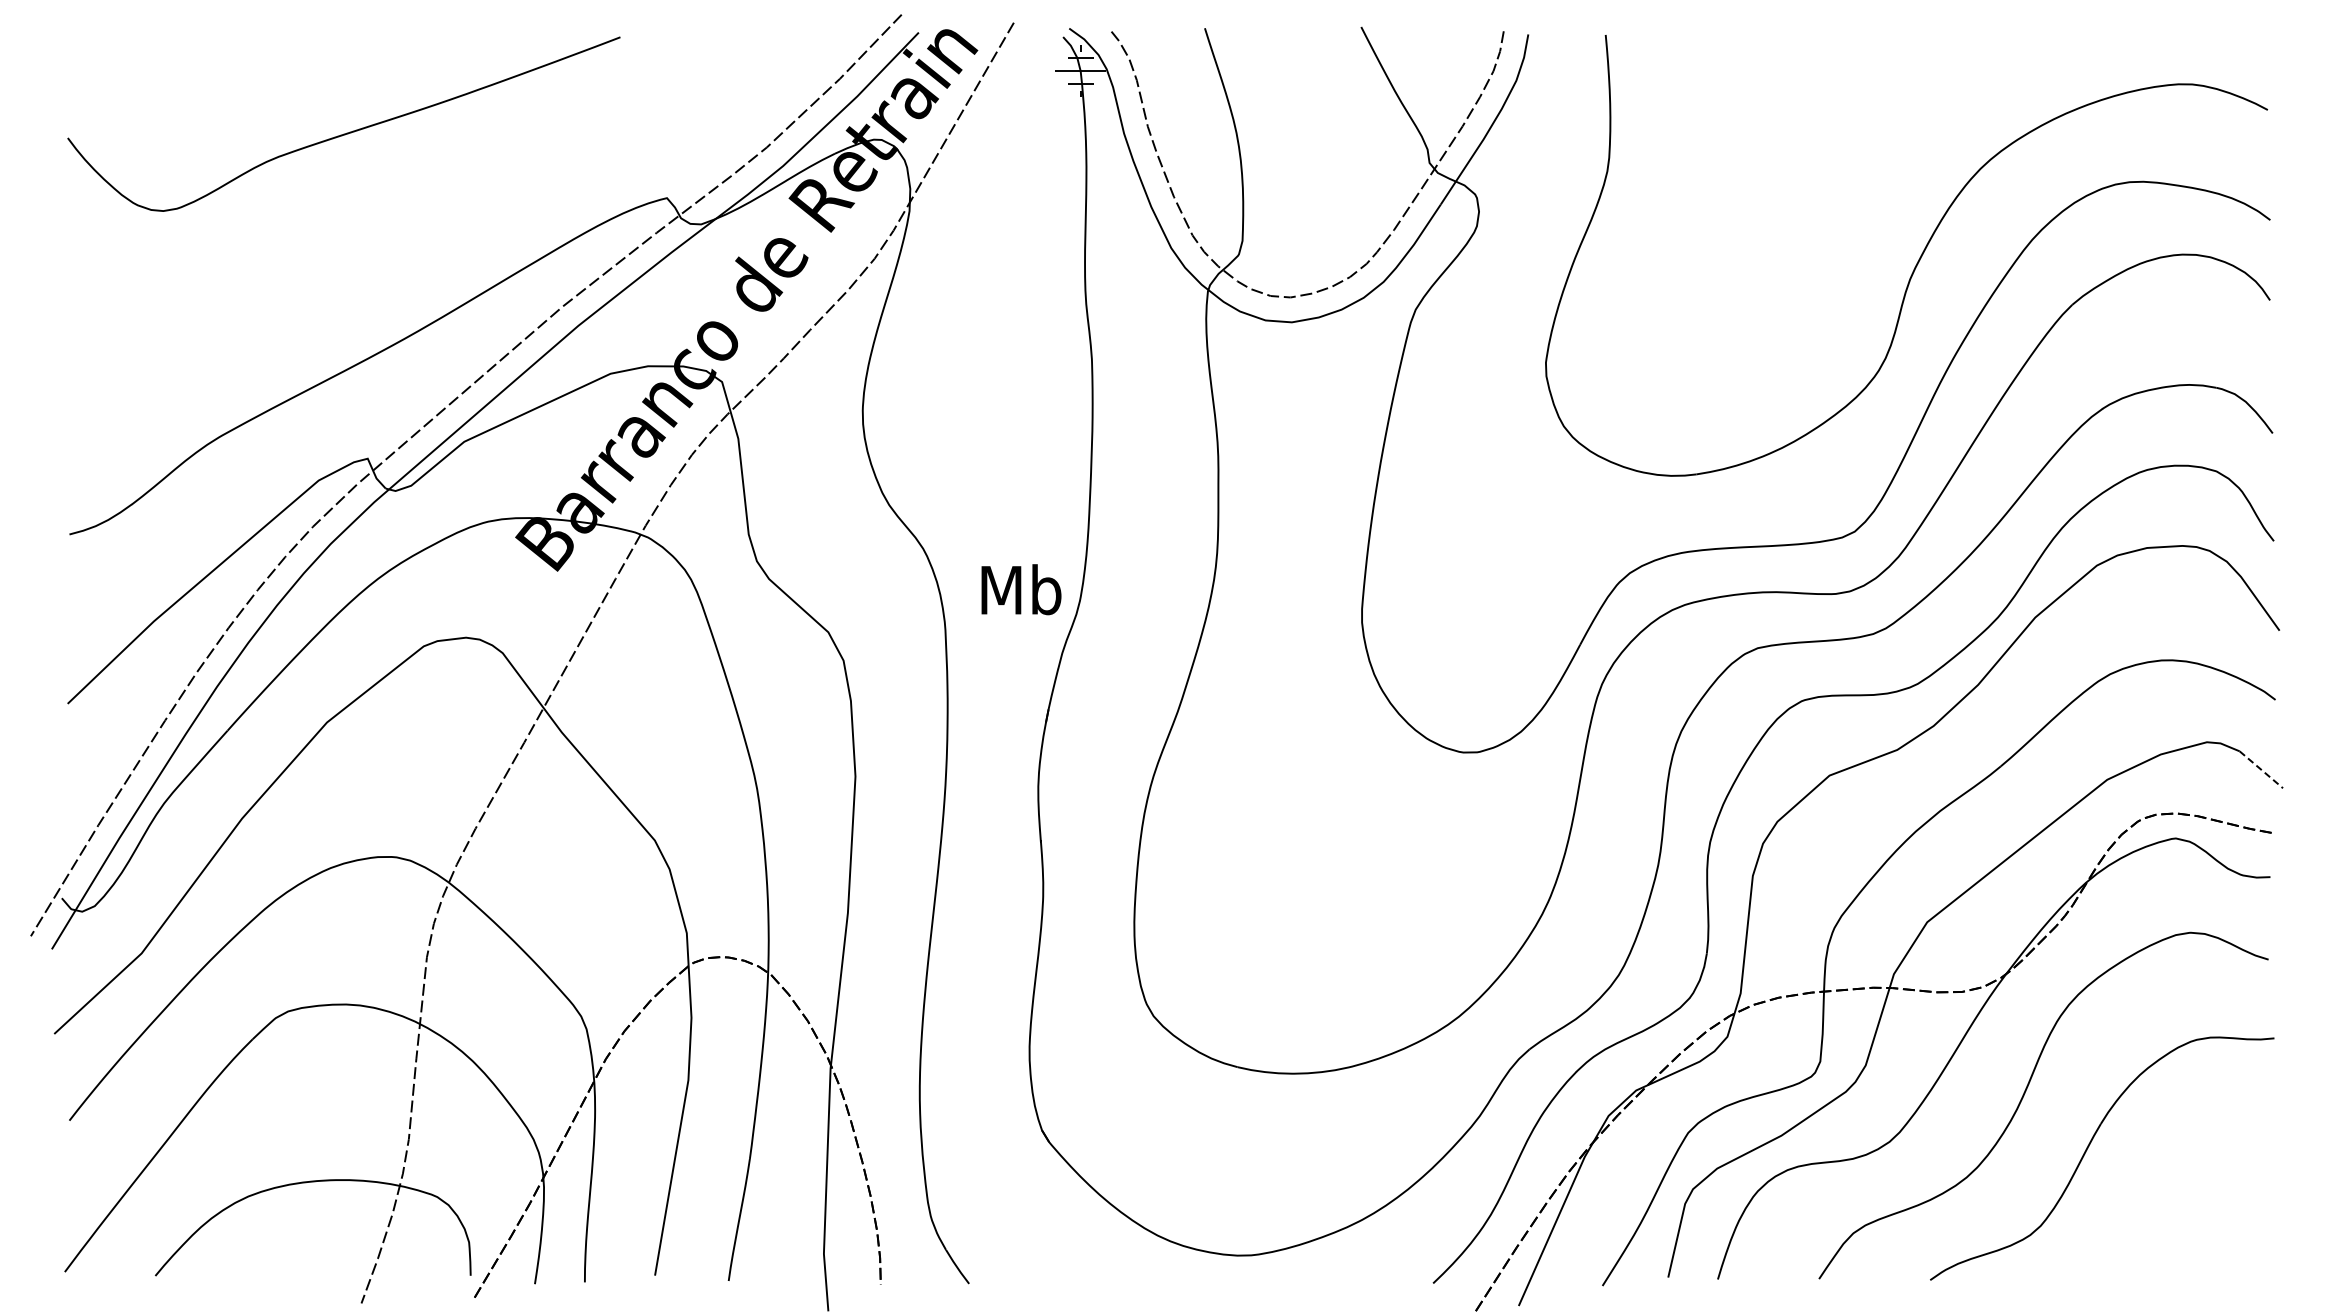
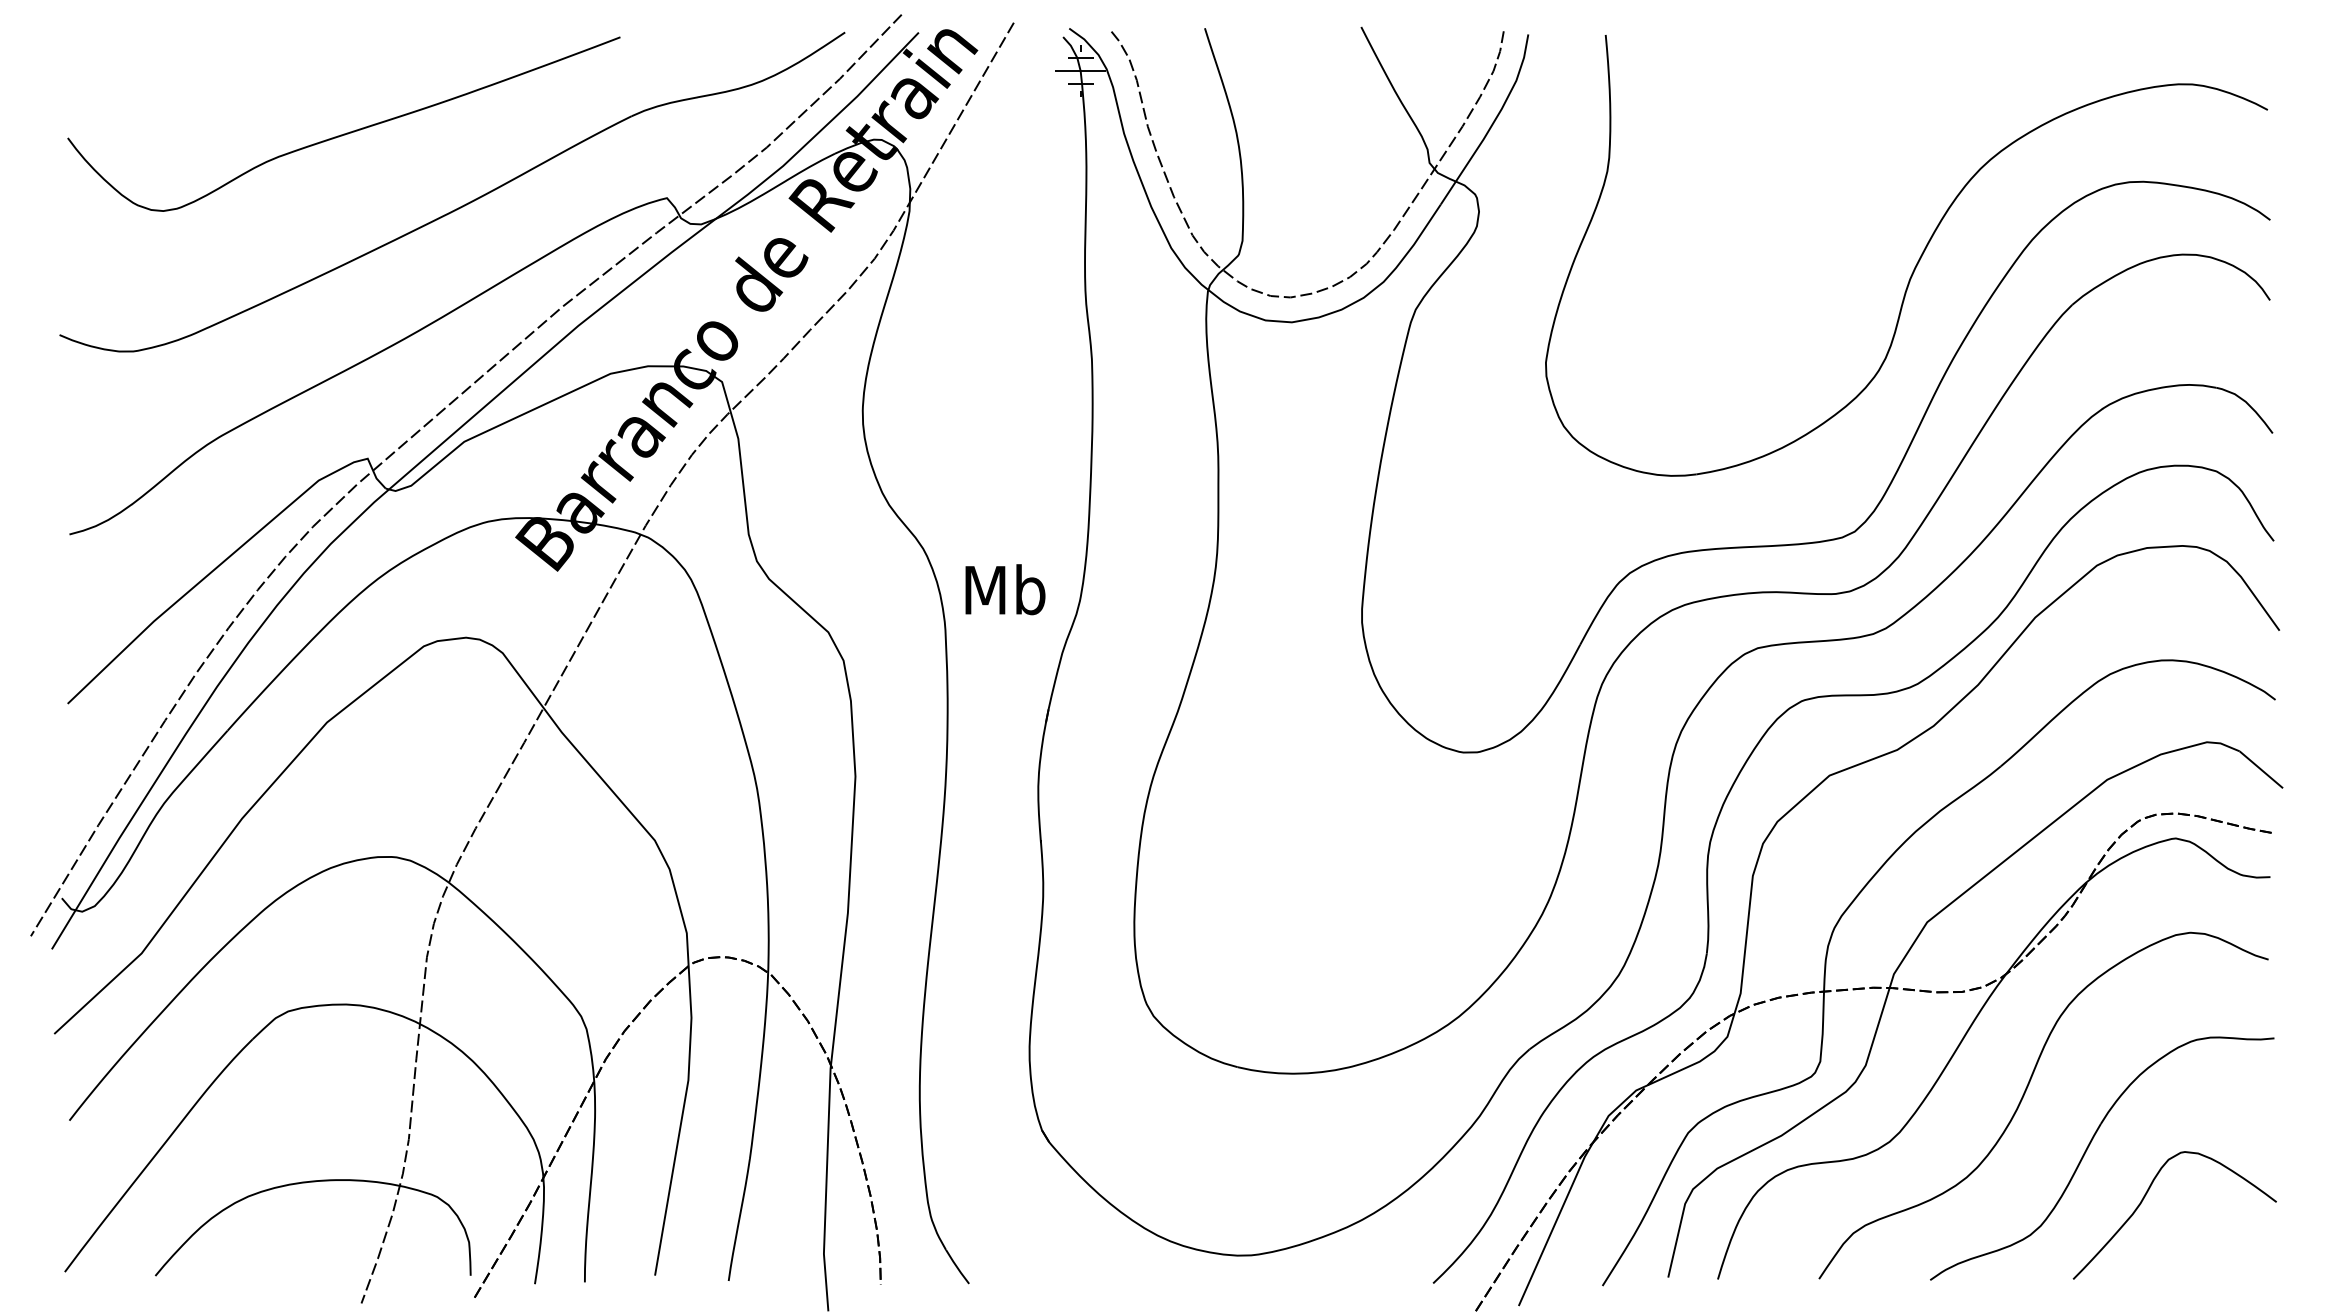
part at (460, 206): none -> present
text at (1021, 589) position: (1021, 589) -> (1005, 589)
line at (2261, 770): dashed -> solid
curve at (2146, 1195): none -> present
